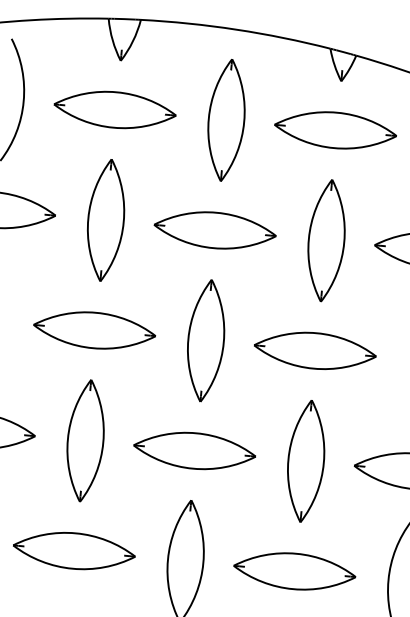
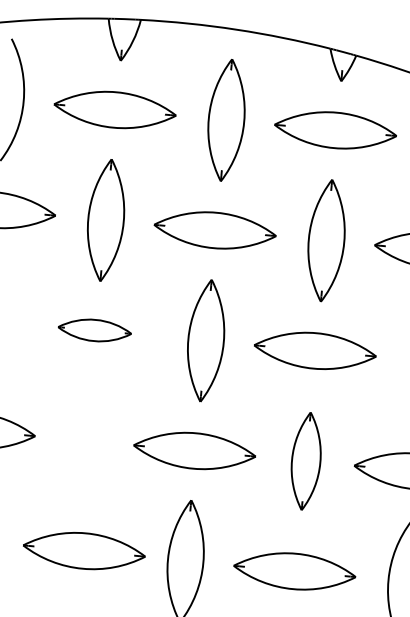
part at (94, 330) size: 124x39 px -> 75x25 px
part at (85, 440): present -> none
part at (306, 461) size: 39x123 px -> 32x99 px
part at (74, 551) position: (74, 551) -> (84, 551)
